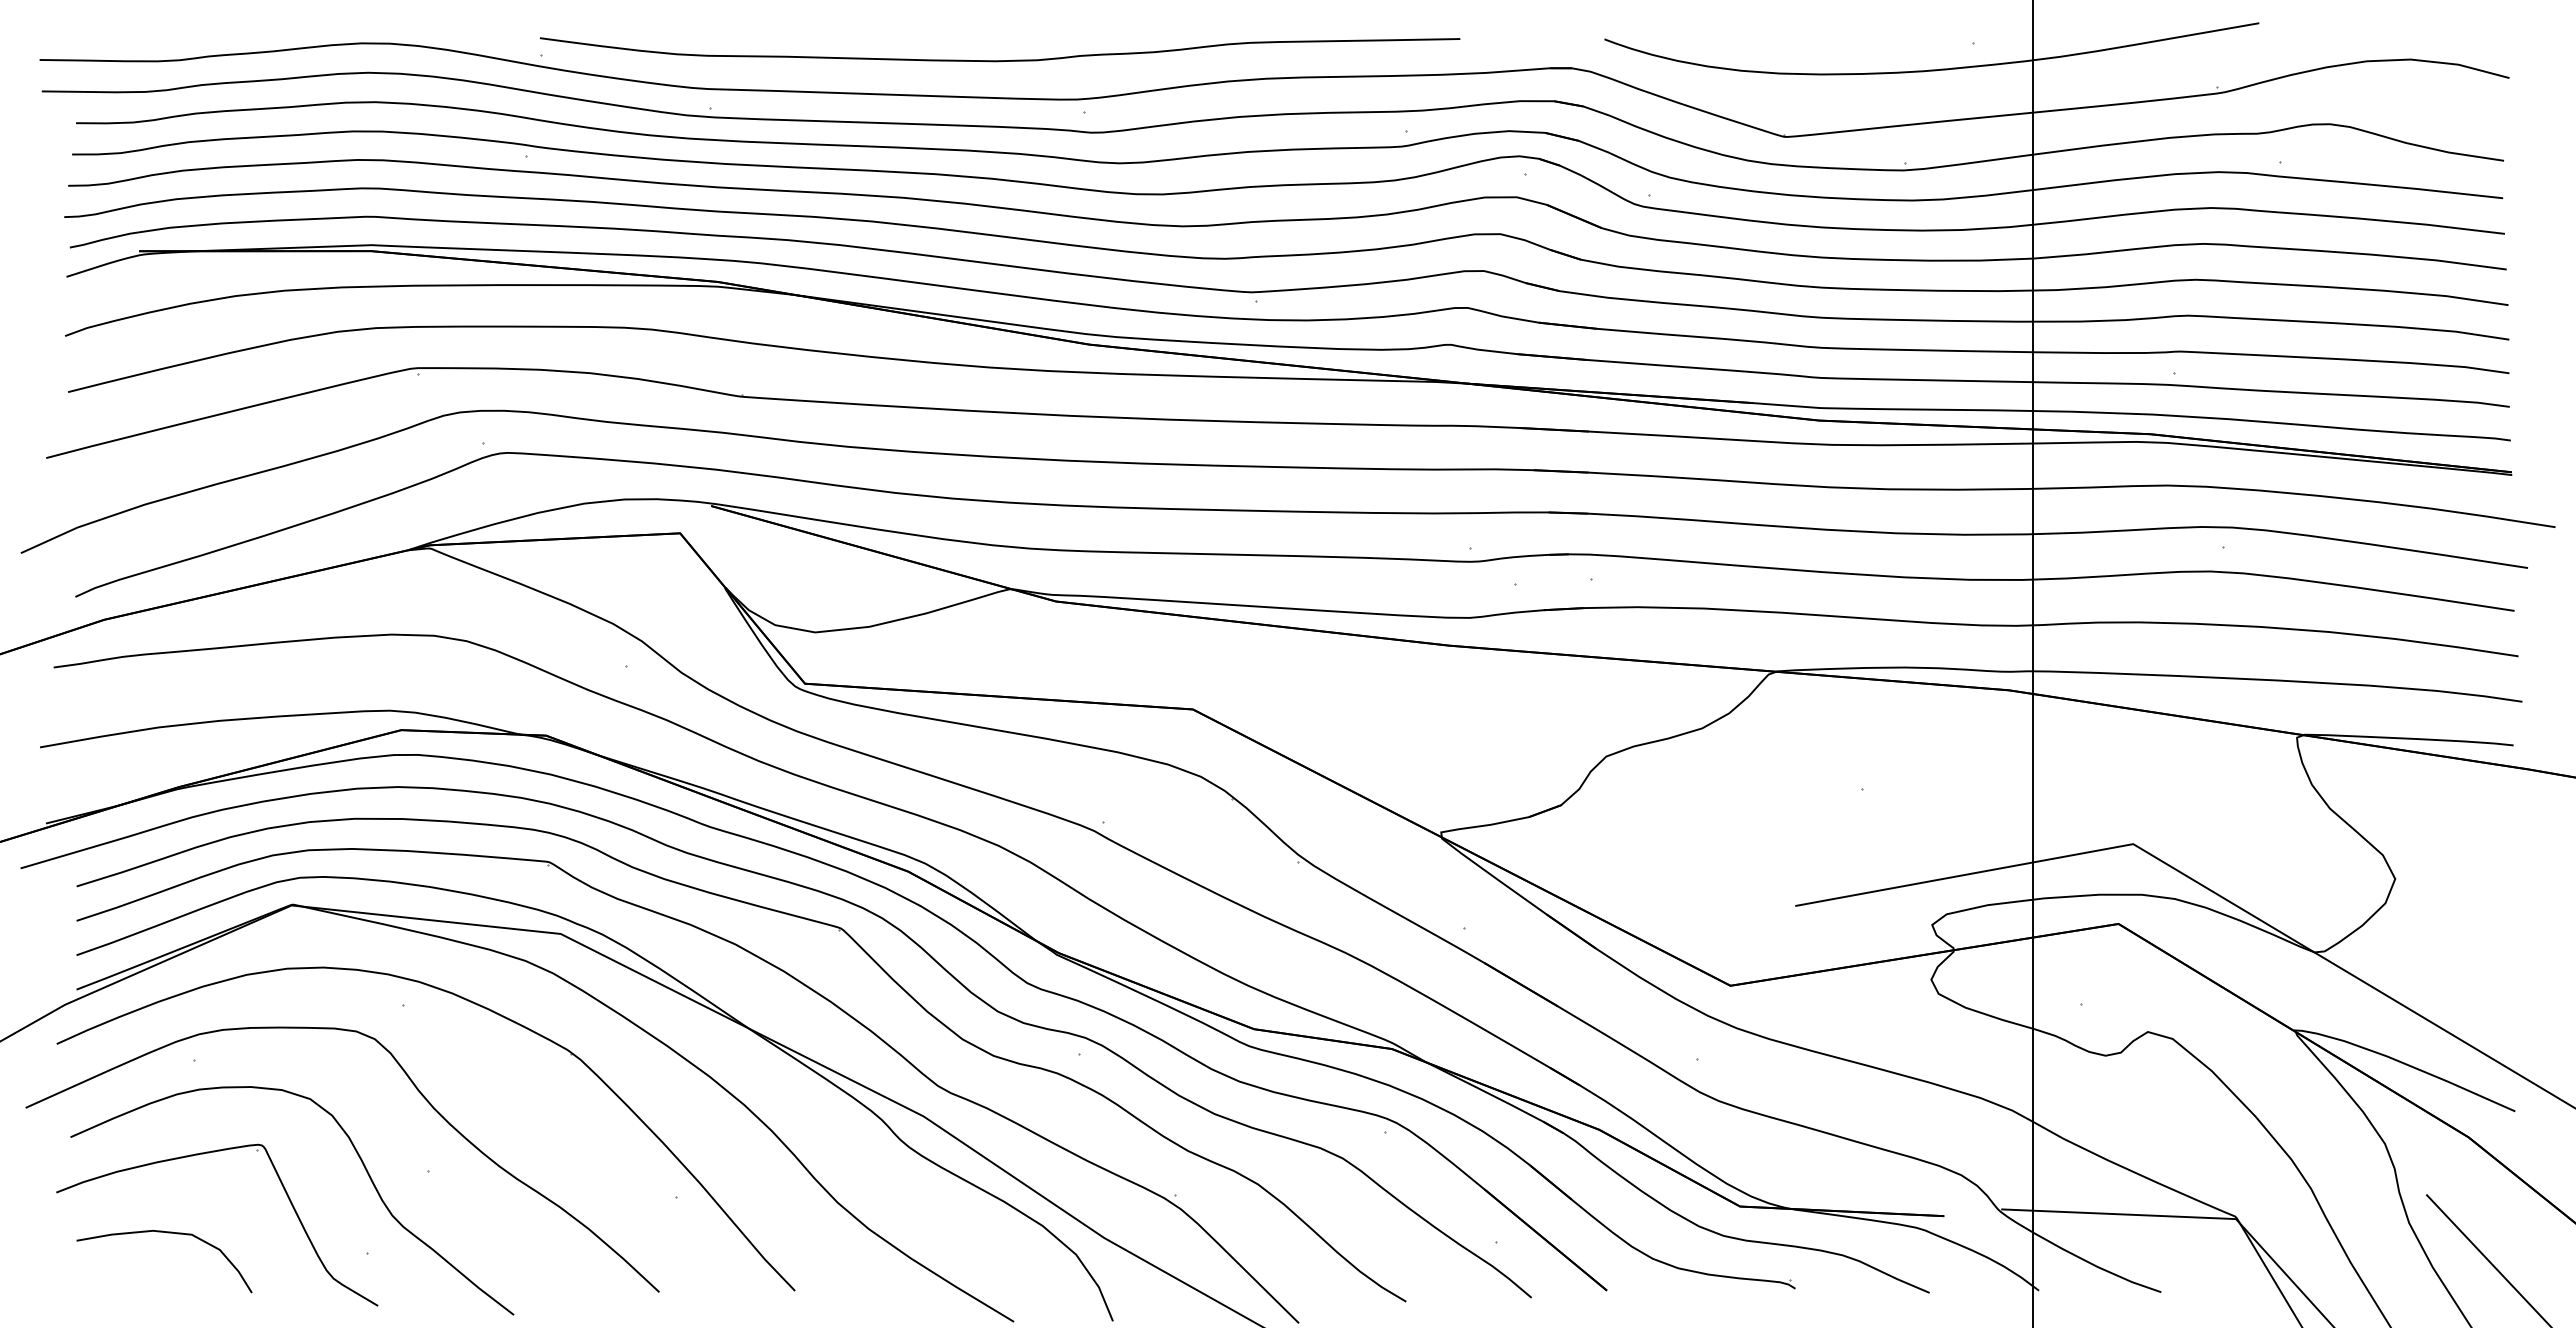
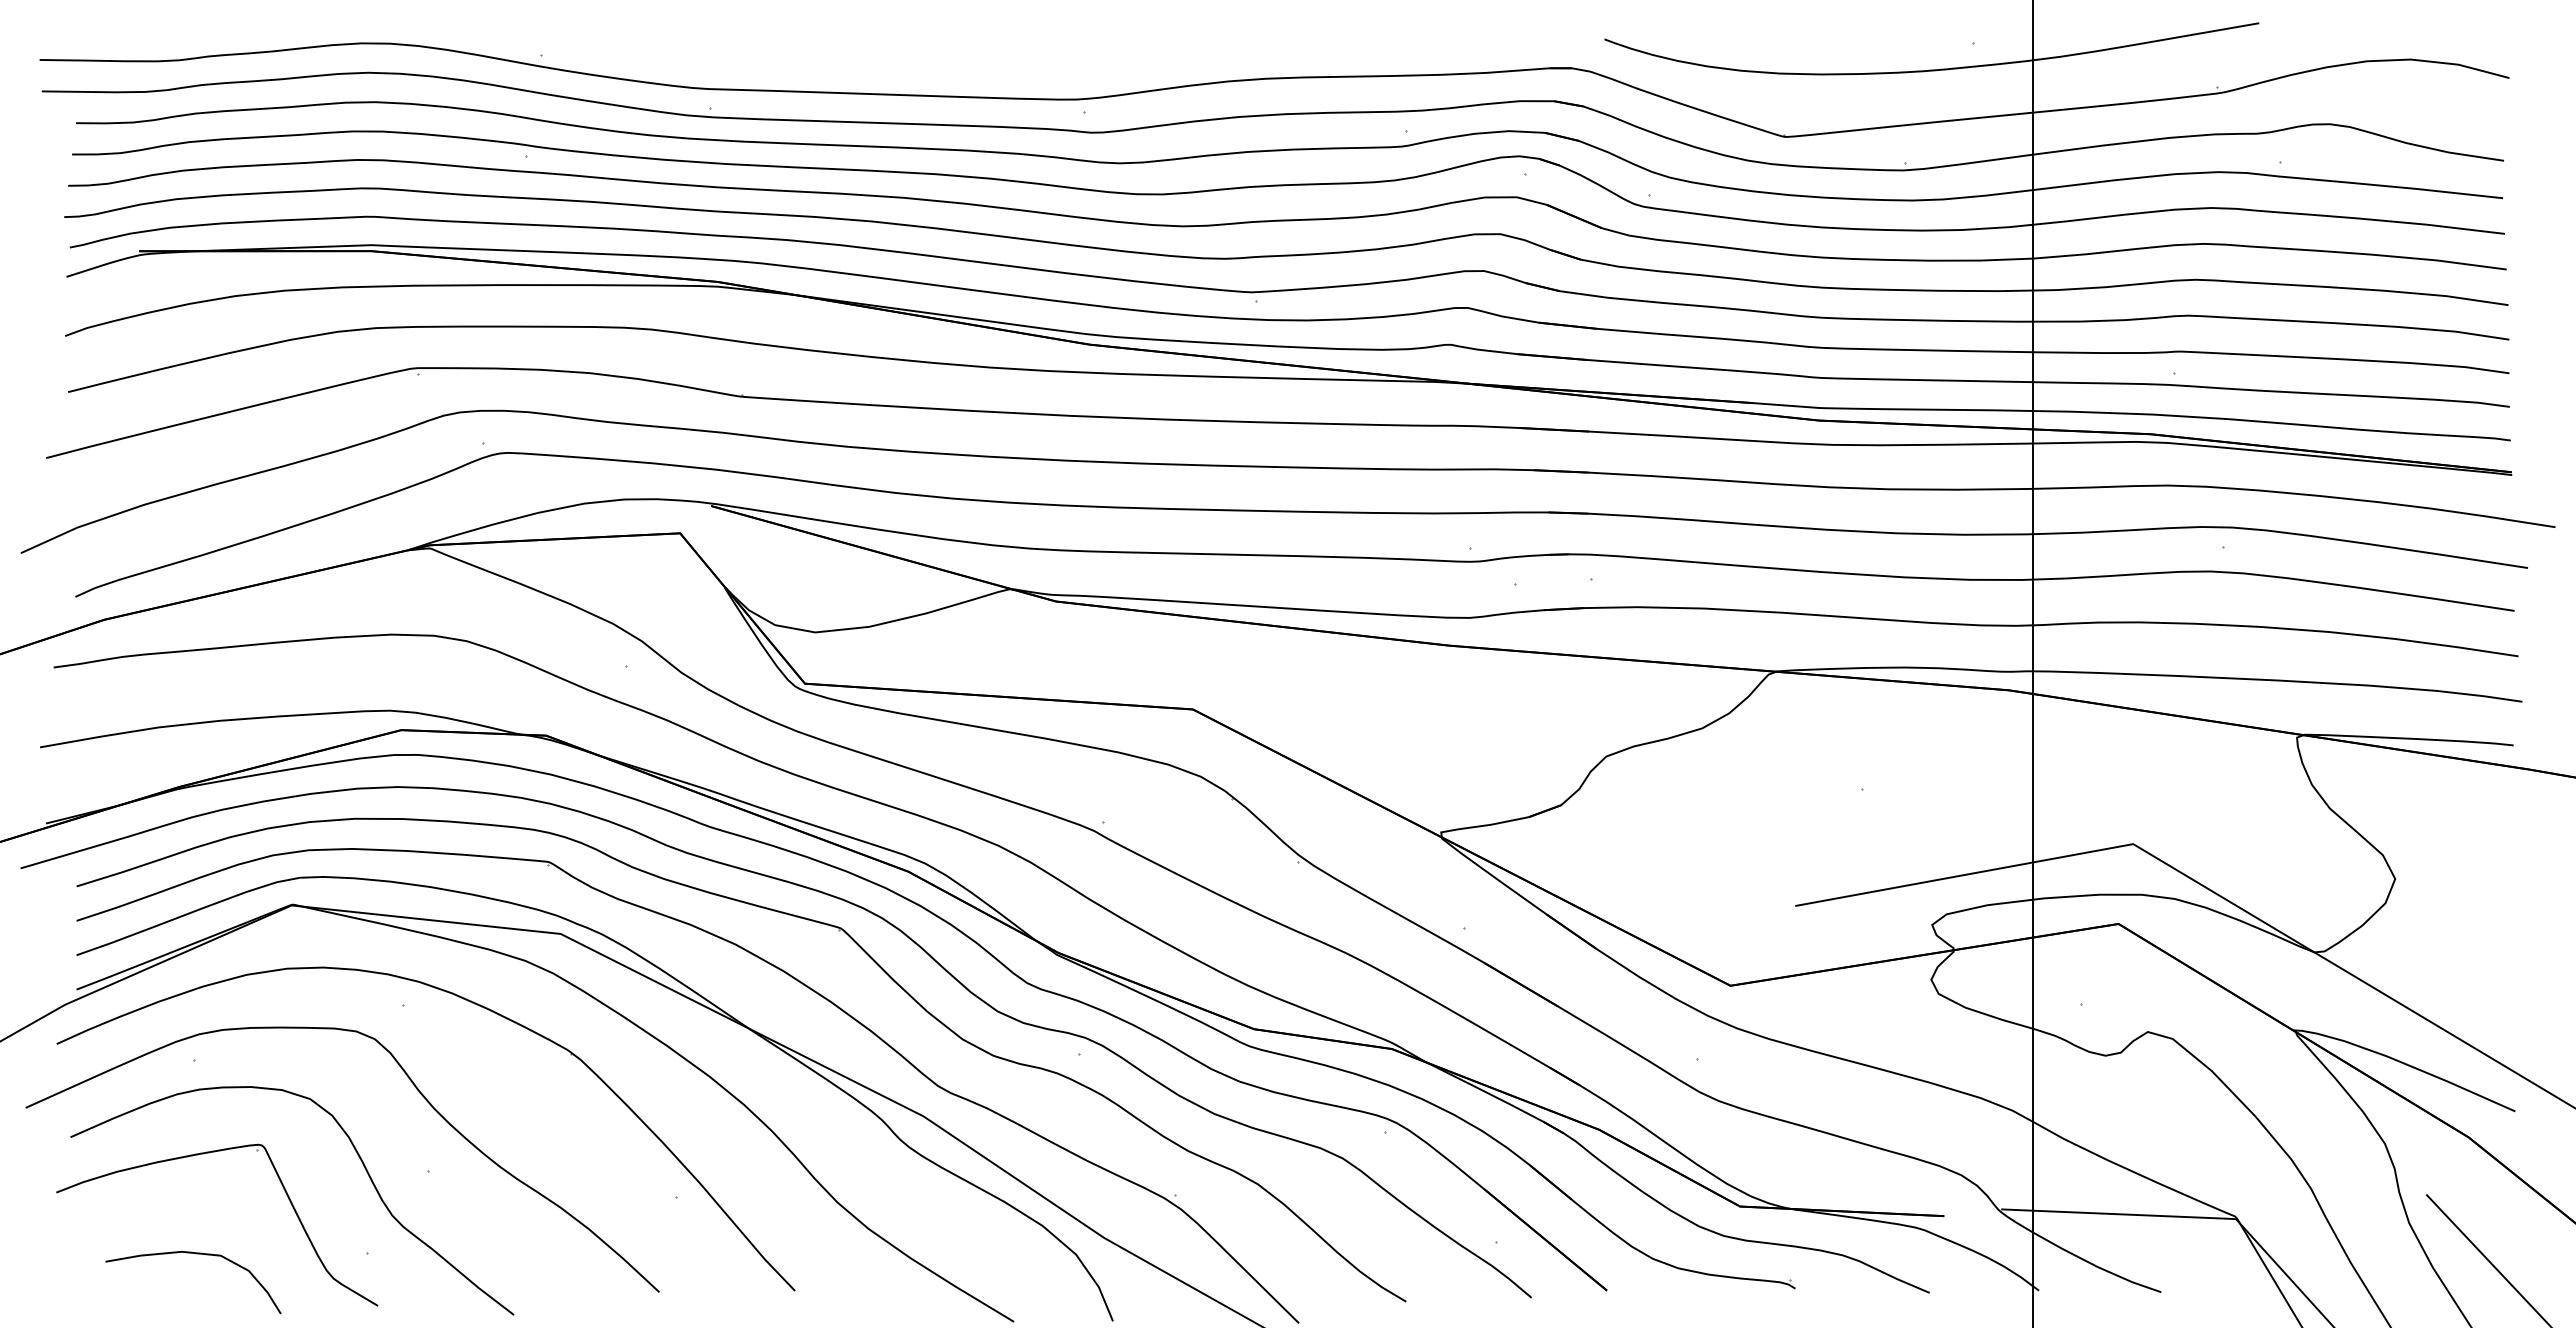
curve at (999, 60): present -> none
curve at (167, 1233) position: (167, 1233) -> (196, 1254)
